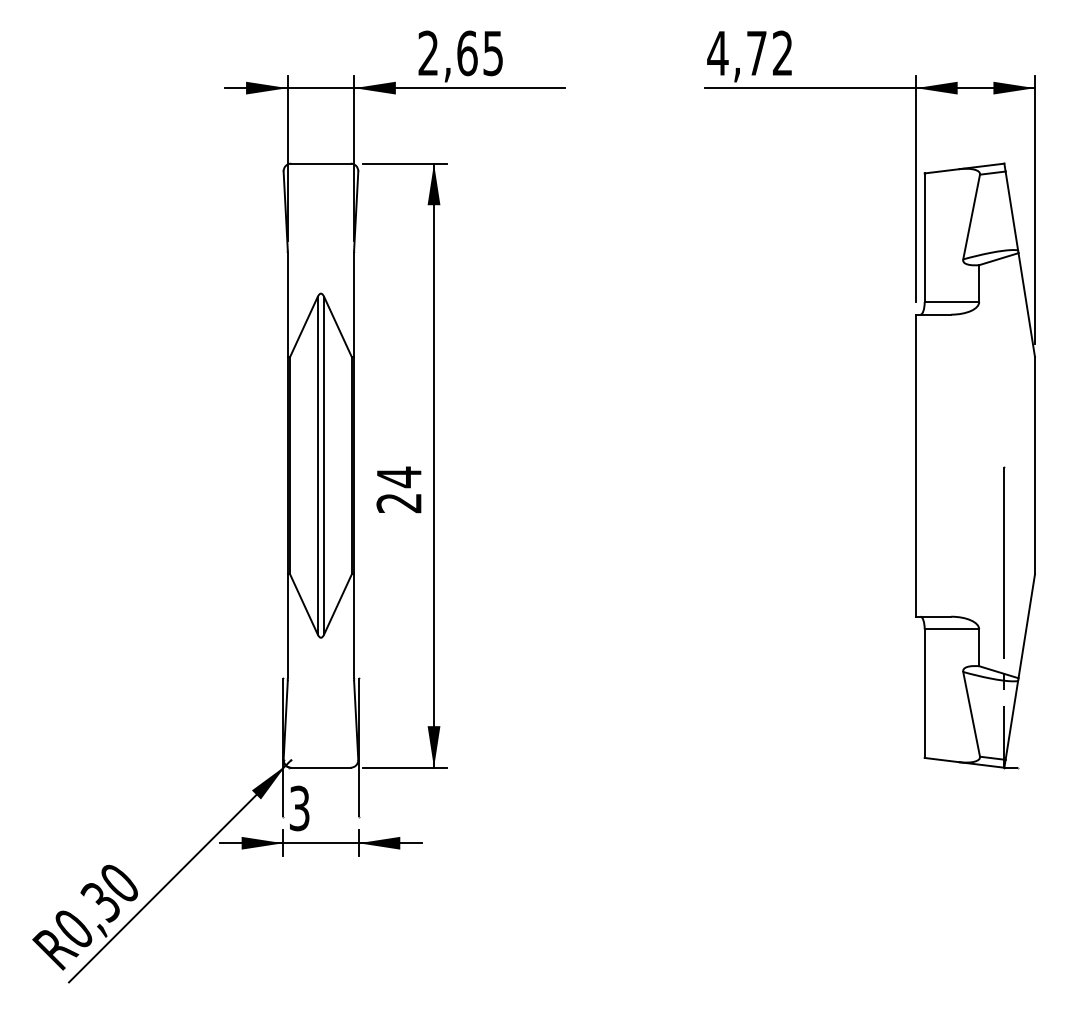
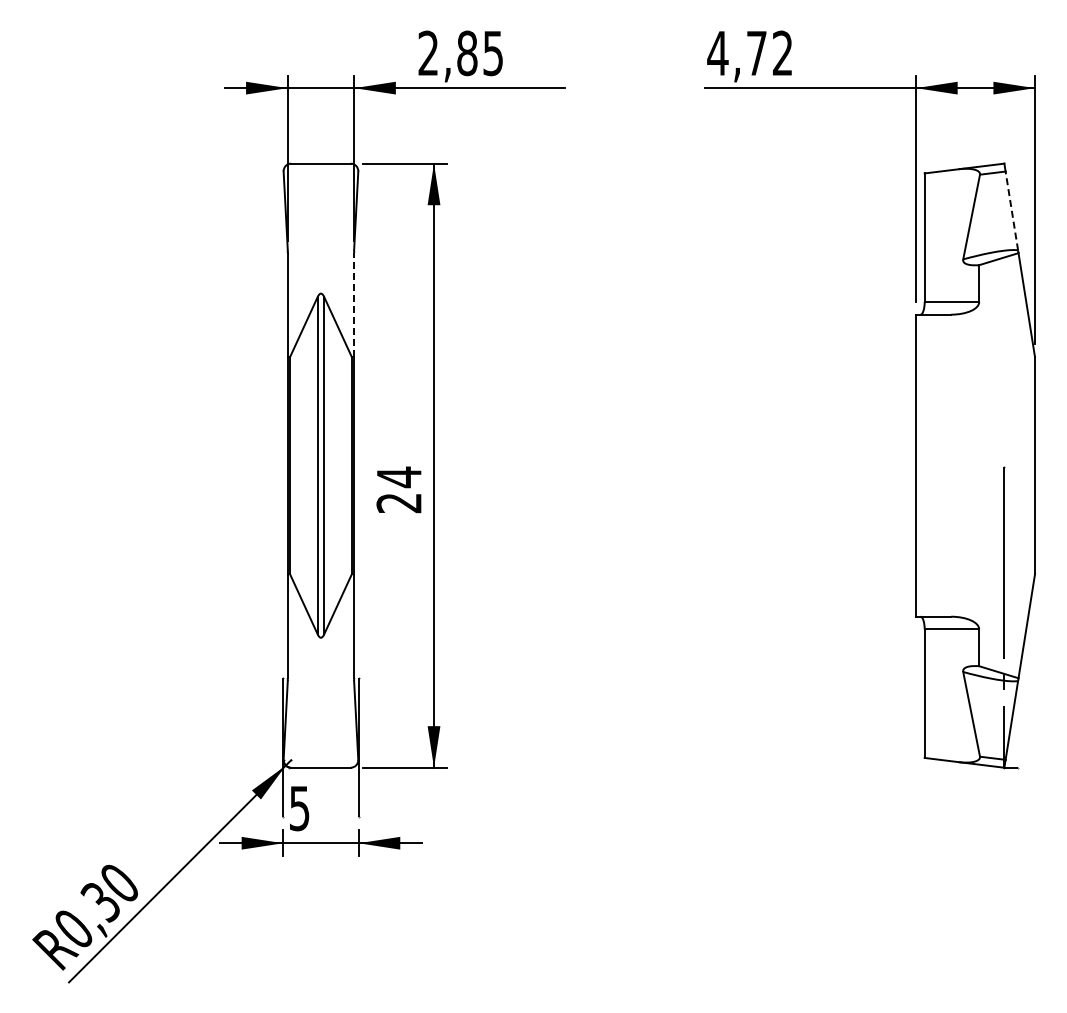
text at (467, 52): 2,65 -> 2,85
line at (1011, 210): solid -> dashed
line at (354, 305): solid -> dashed
text at (299, 807): 3 -> 5
